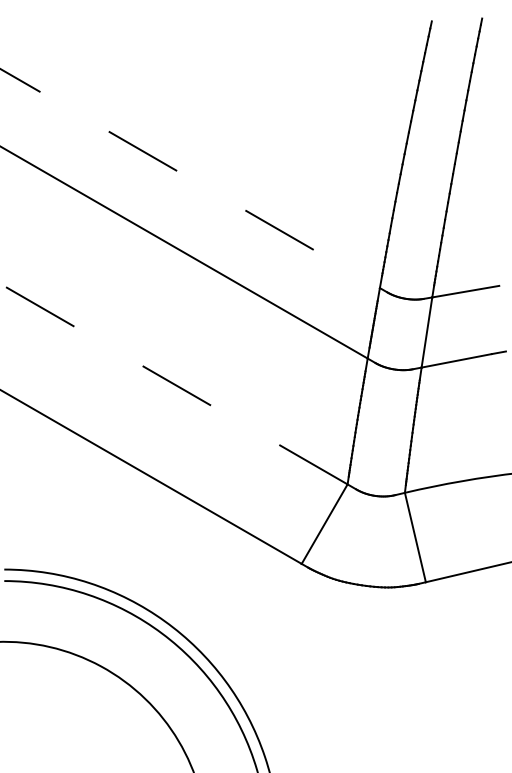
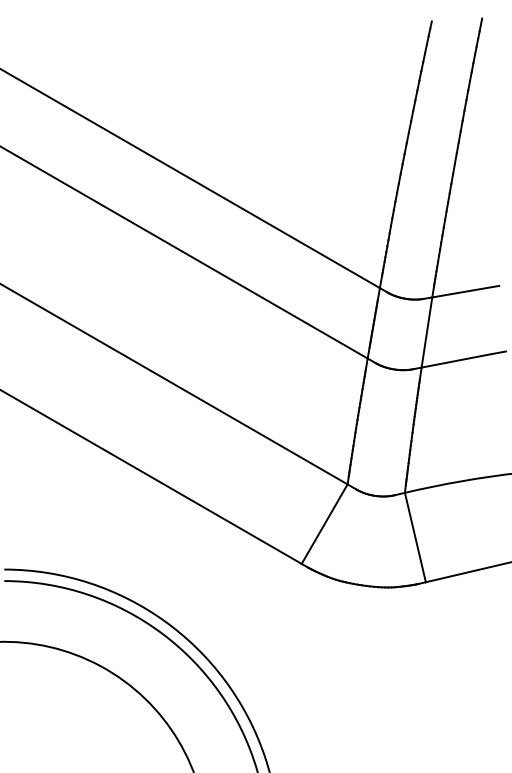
line at (190, 178): dashed -> solid
line at (173, 383): dashed -> solid
